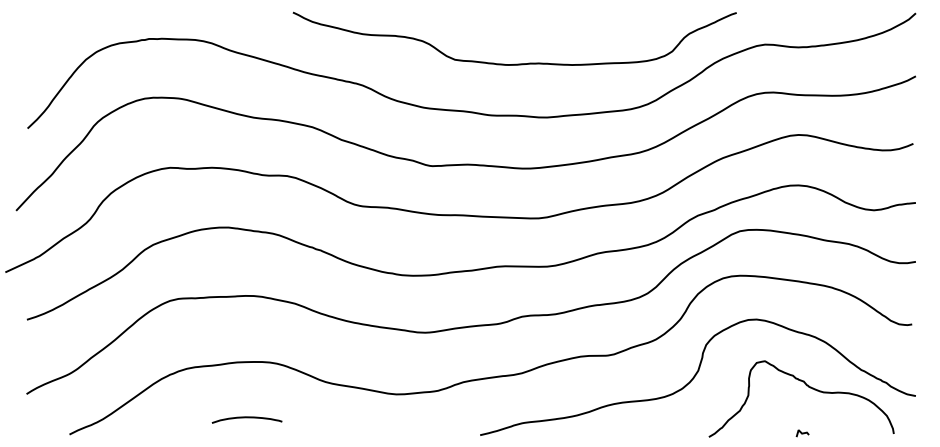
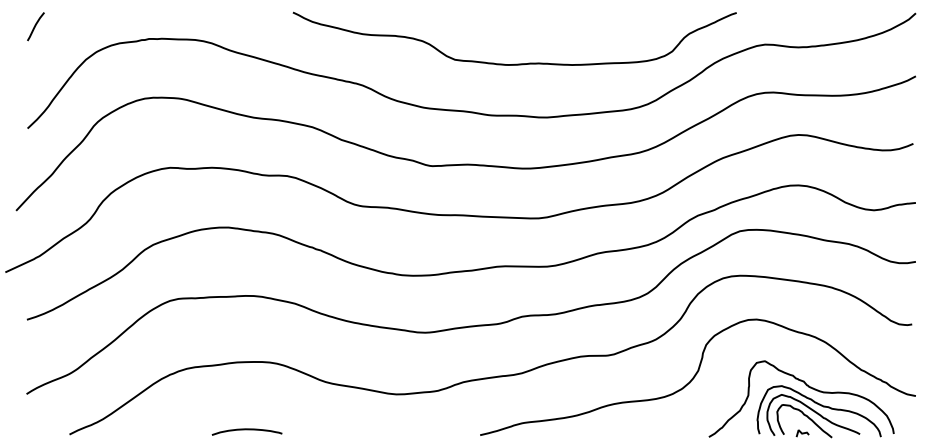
curve at (35, 26): none -> present
part at (818, 411): none -> present
curve at (246, 418) position: (246, 418) -> (246, 430)
